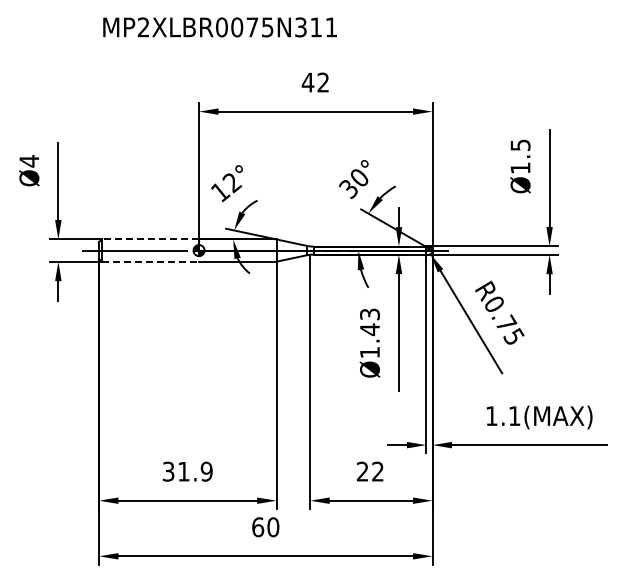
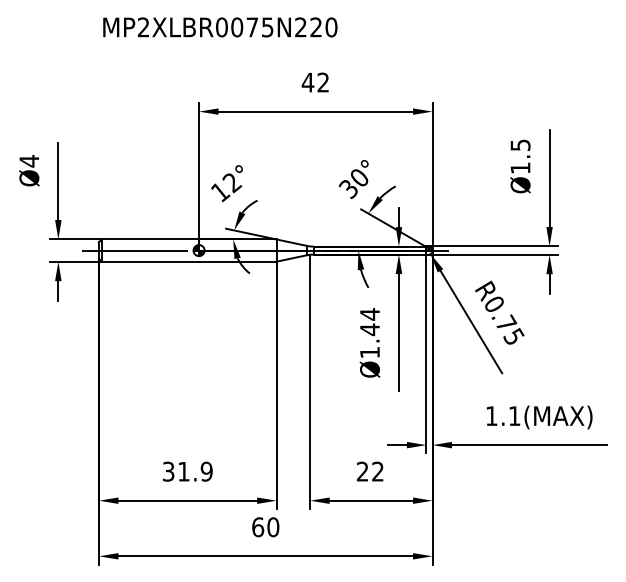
text at (316, 27): MP2XLBR0075N311 -> MP2XLBR0075N220
line at (150, 239): dashed -> solid
line at (150, 261): dashed -> solid
text at (369, 314): Ø1.43 -> Ø1.44
